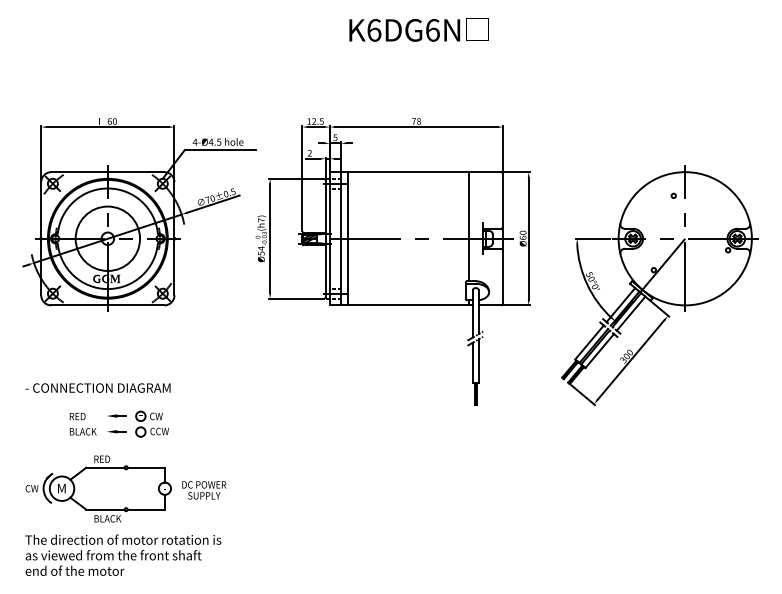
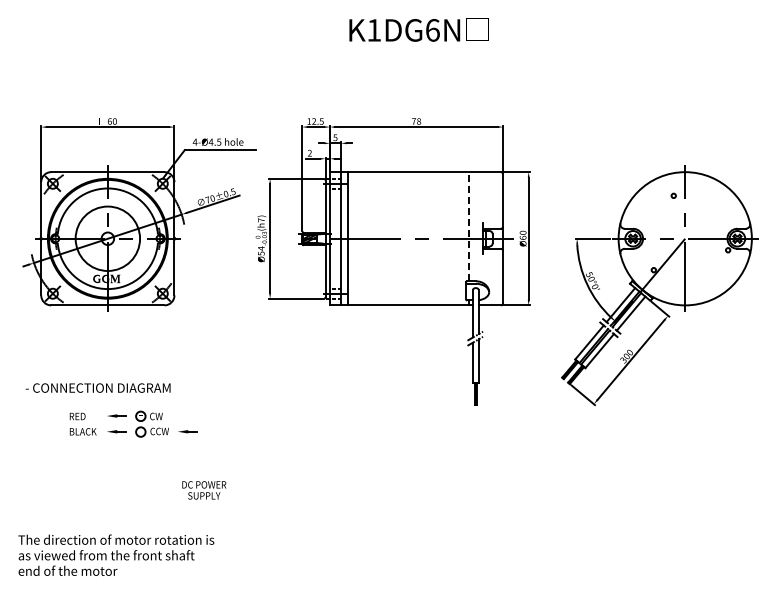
text at (374, 30): K6DG6N -> K1DG6N
line at (468, 226): solid -> dashed
part at (187, 431): none -> present
part at (98, 488): present -> none
text at (123, 554) position: (123, 554) -> (116, 554)
